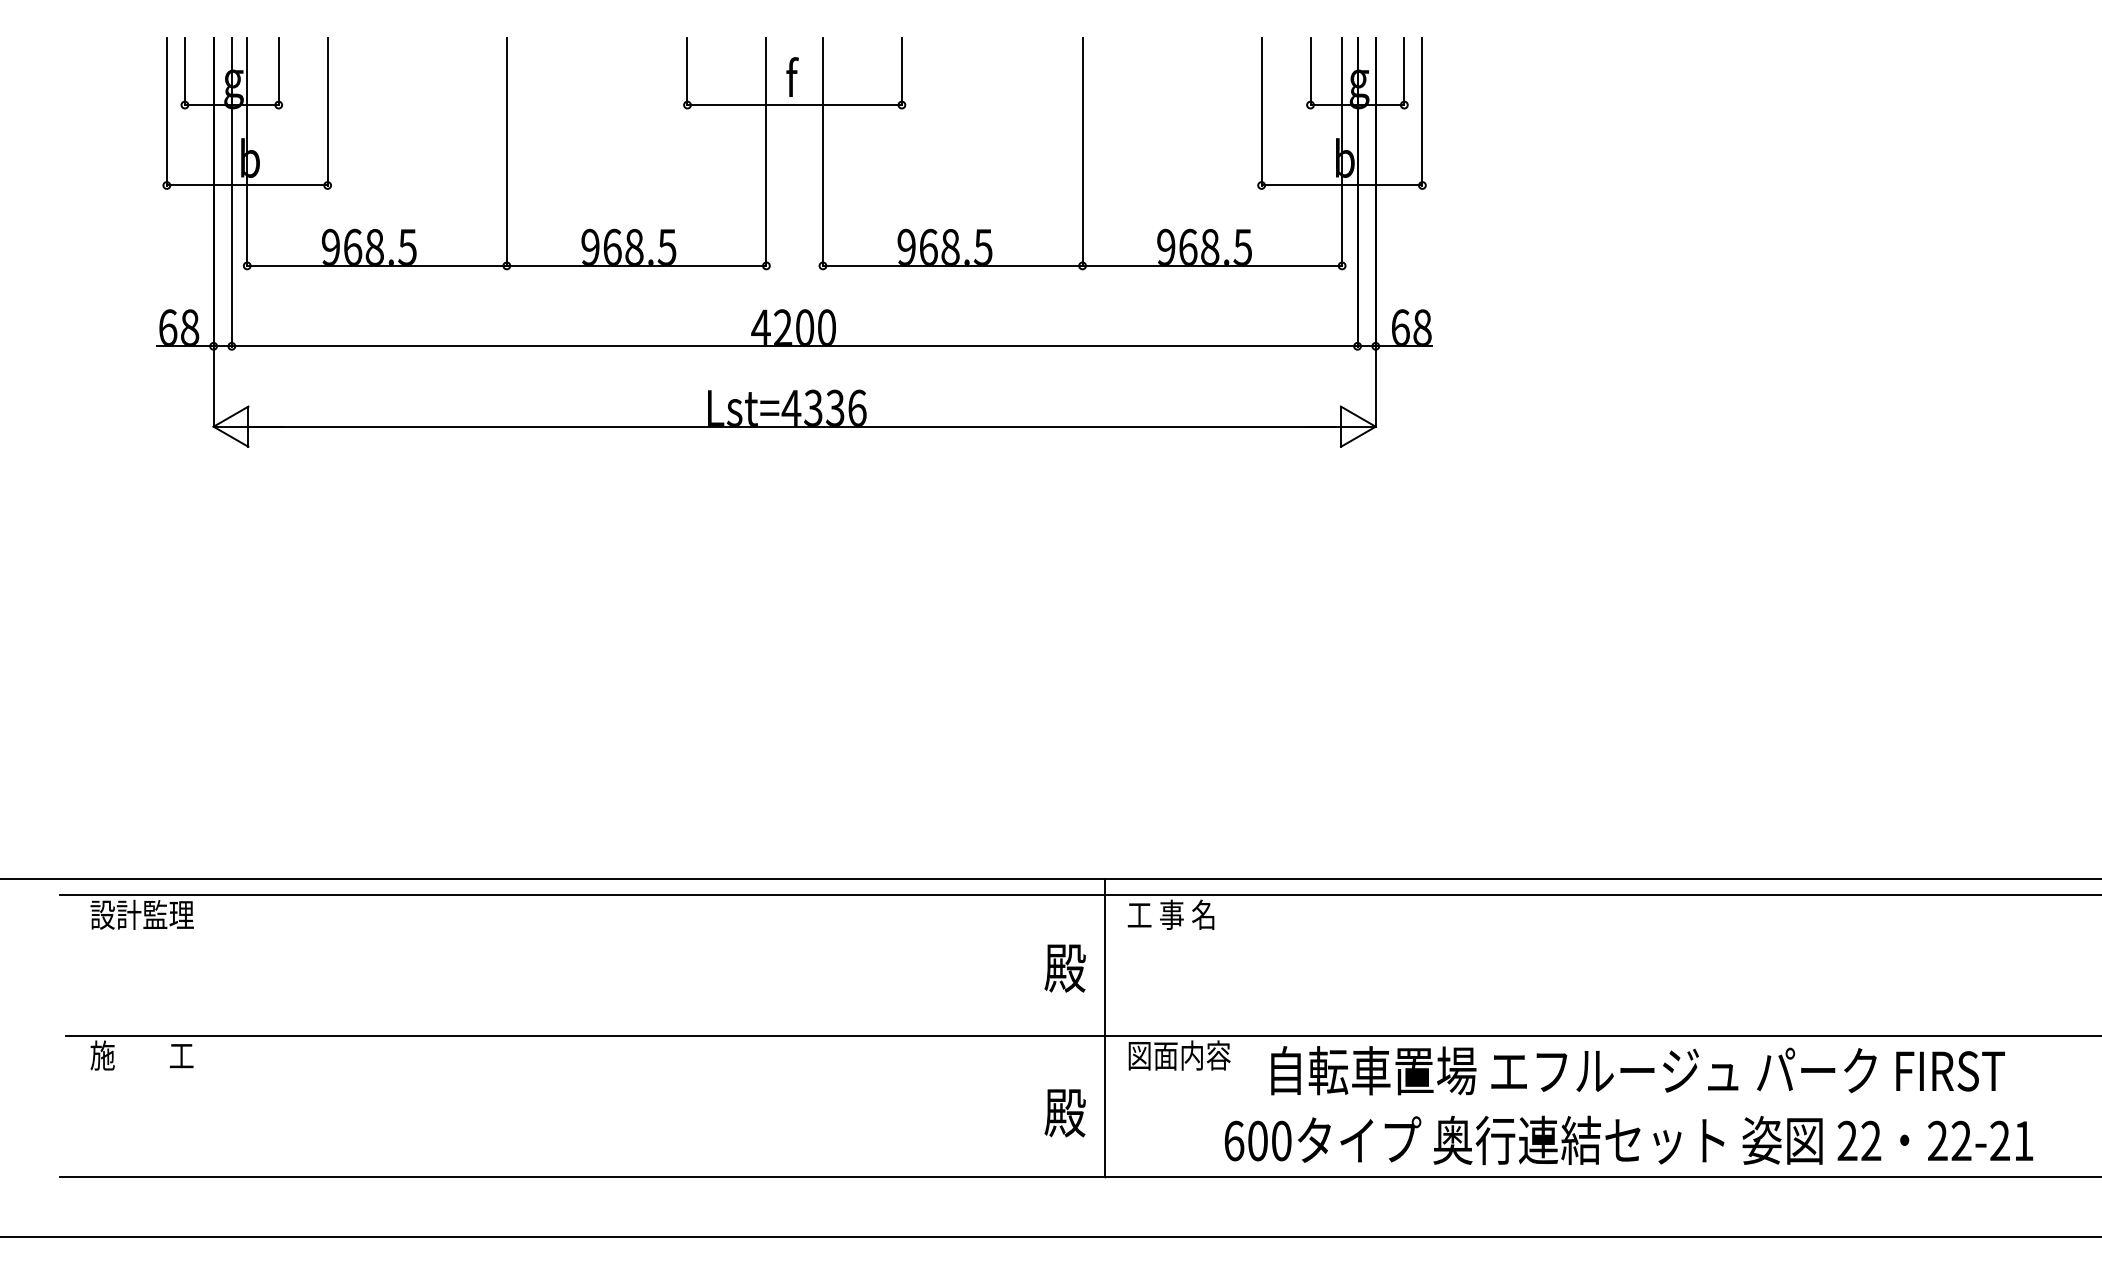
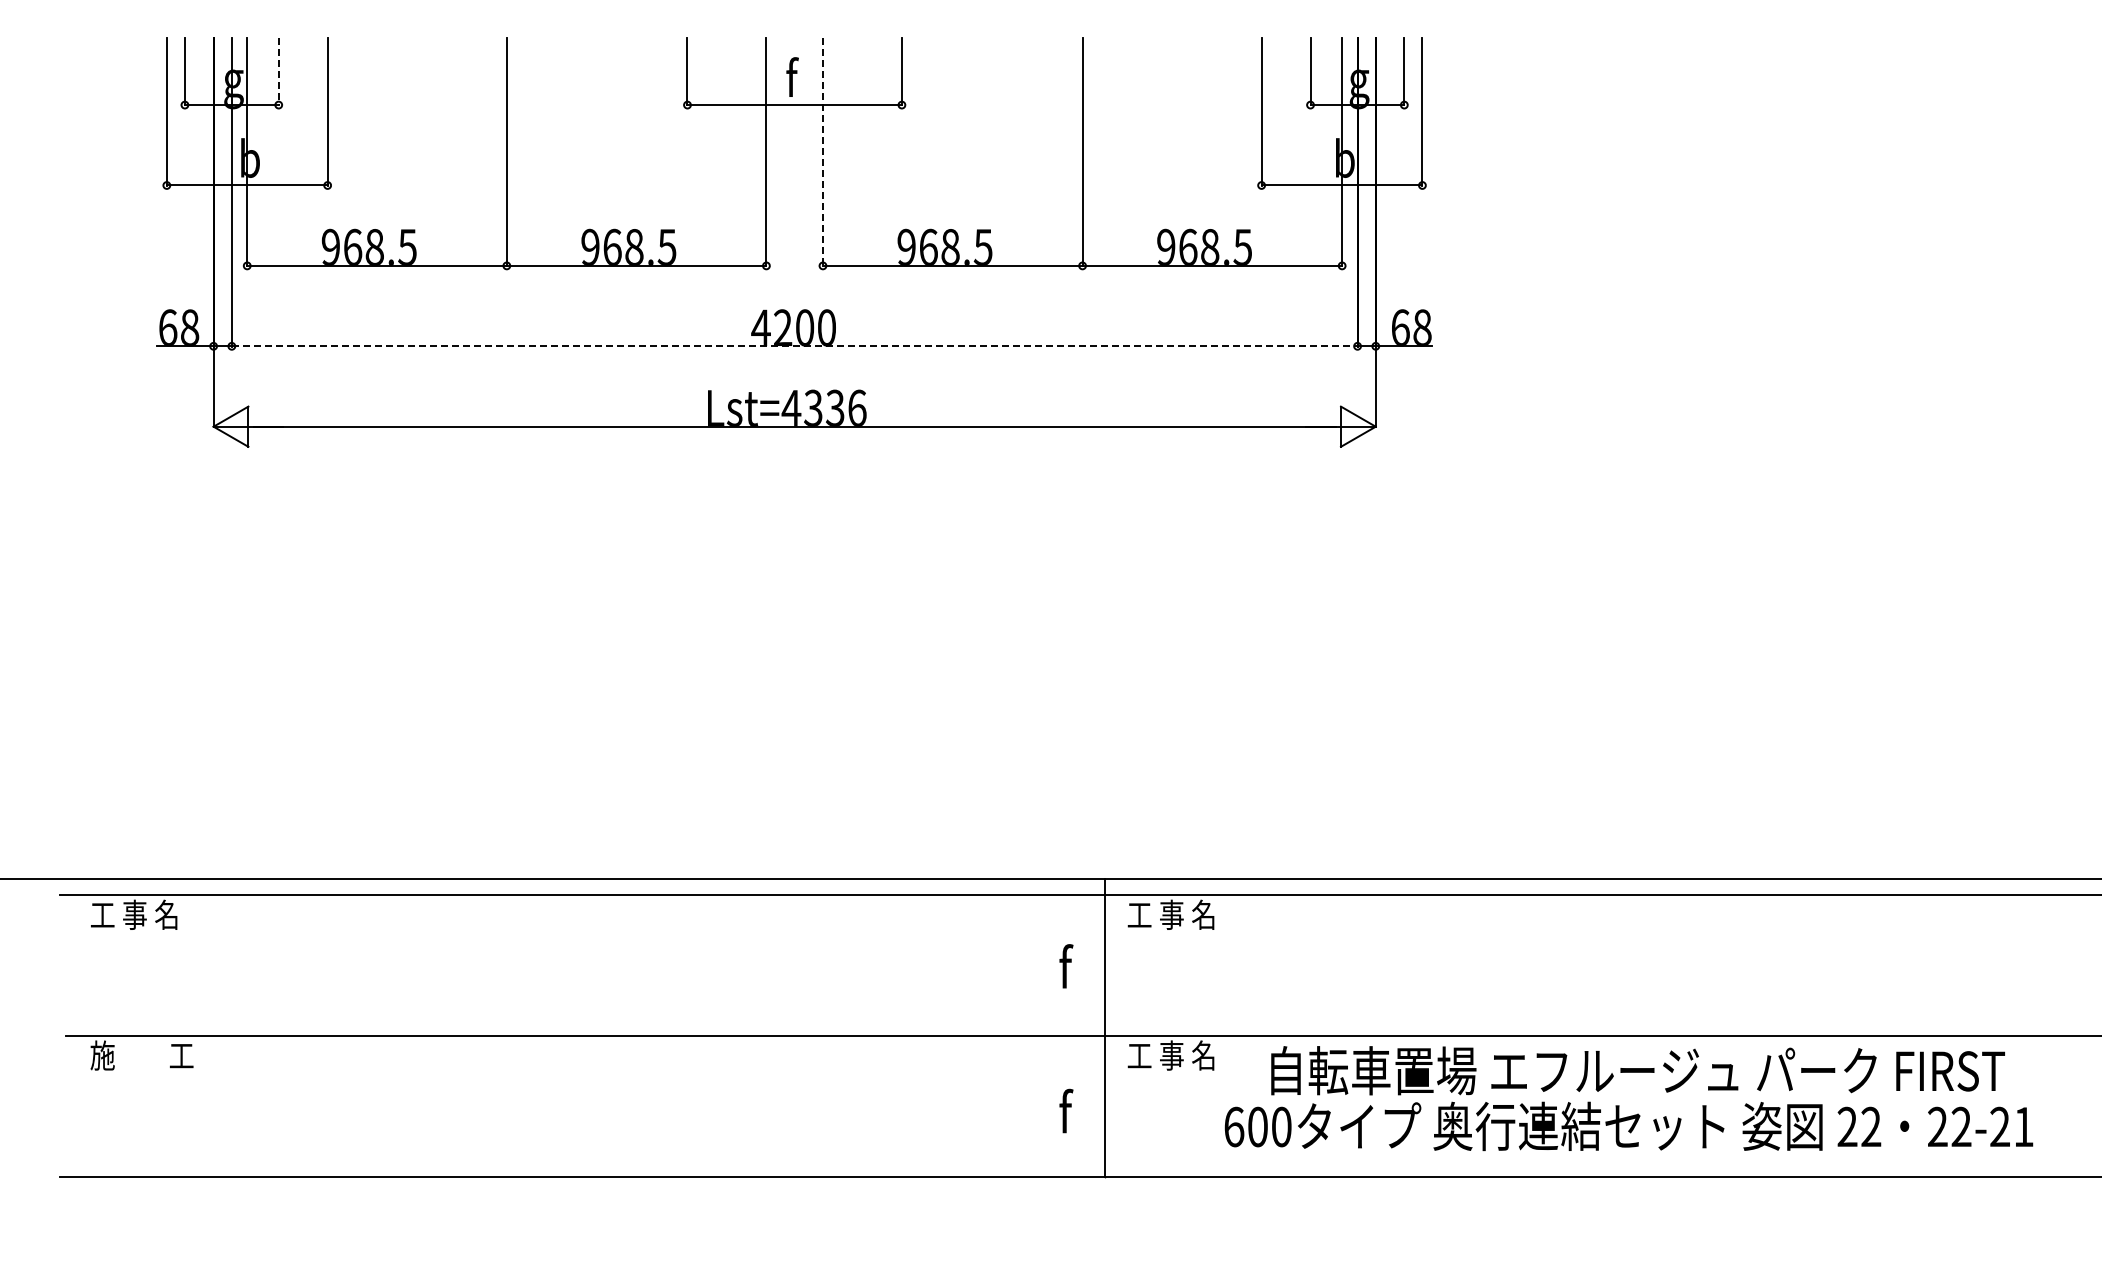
line at (278, 71): solid -> dashed
line at (822, 152): solid -> dashed
line at (794, 346): solid -> dashed
text at (141, 914): 設計監理 -> 工 事 名
text at (1064, 968): 殿 -> f
text at (1178, 1055): 図面内容 -> 工 事 名
text at (1064, 1112): 殿 -> f
text at (1628, 1139) position: (1628, 1139) -> (1628, 1125)
line at (1050, 1236): present -> none
